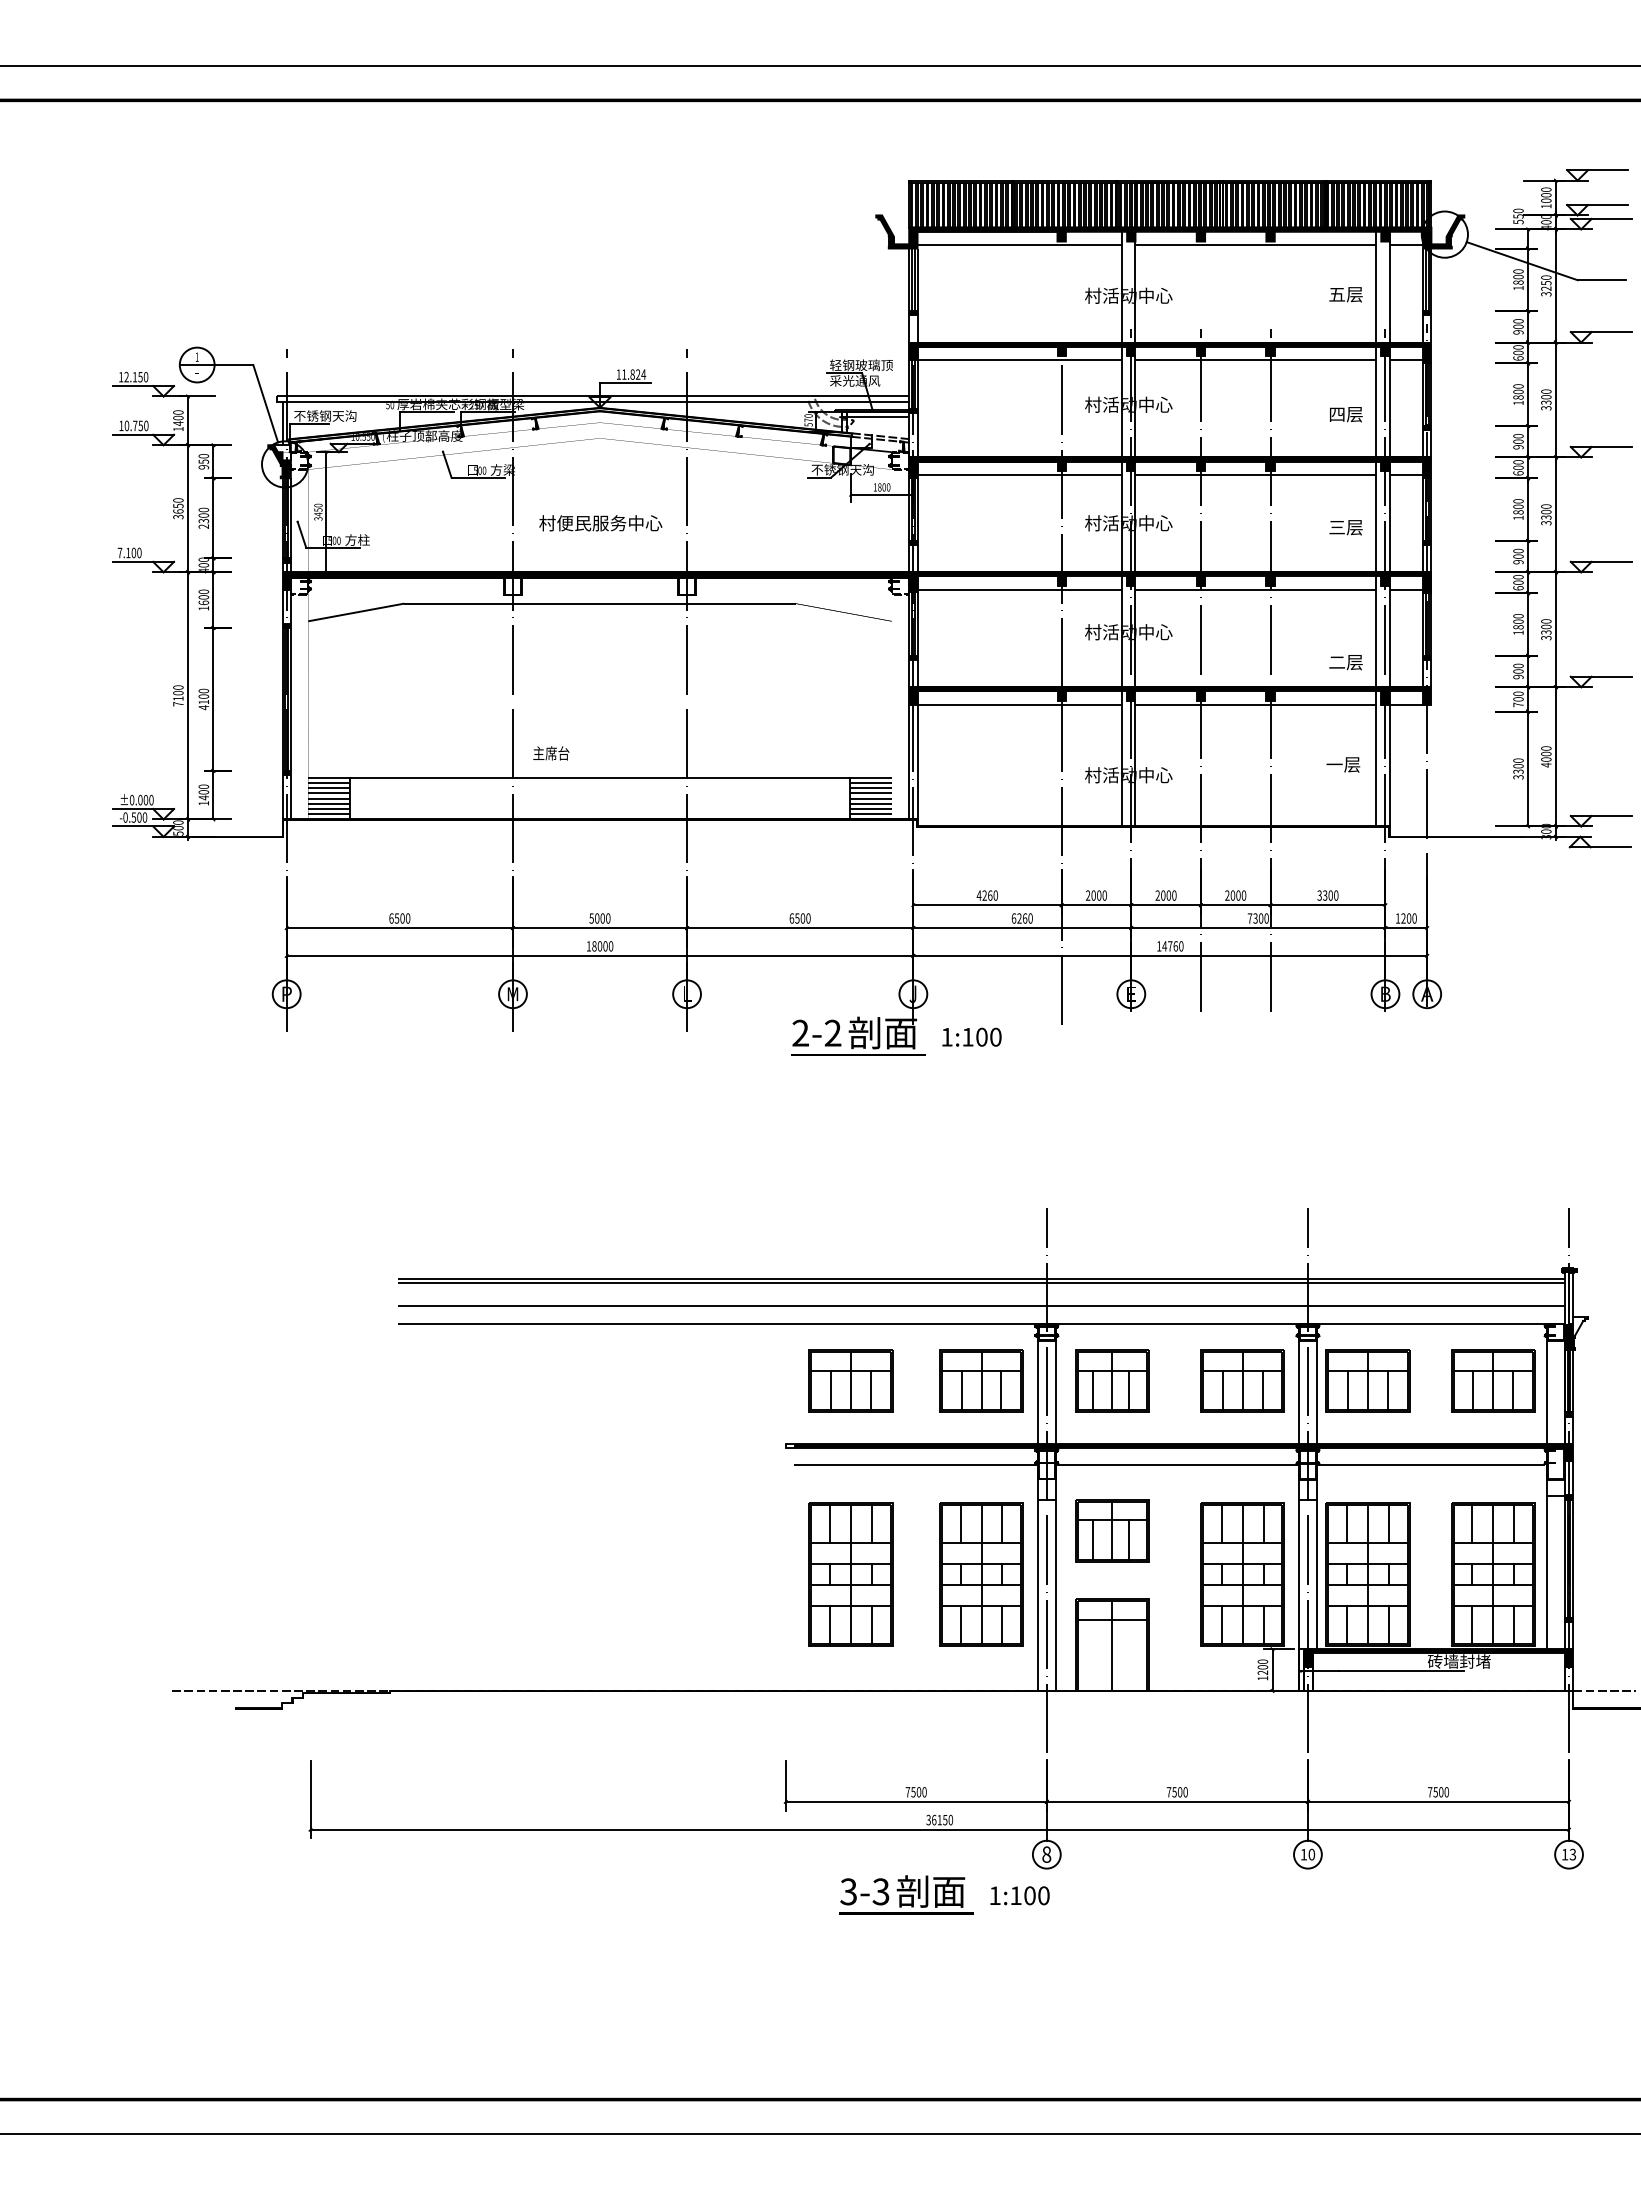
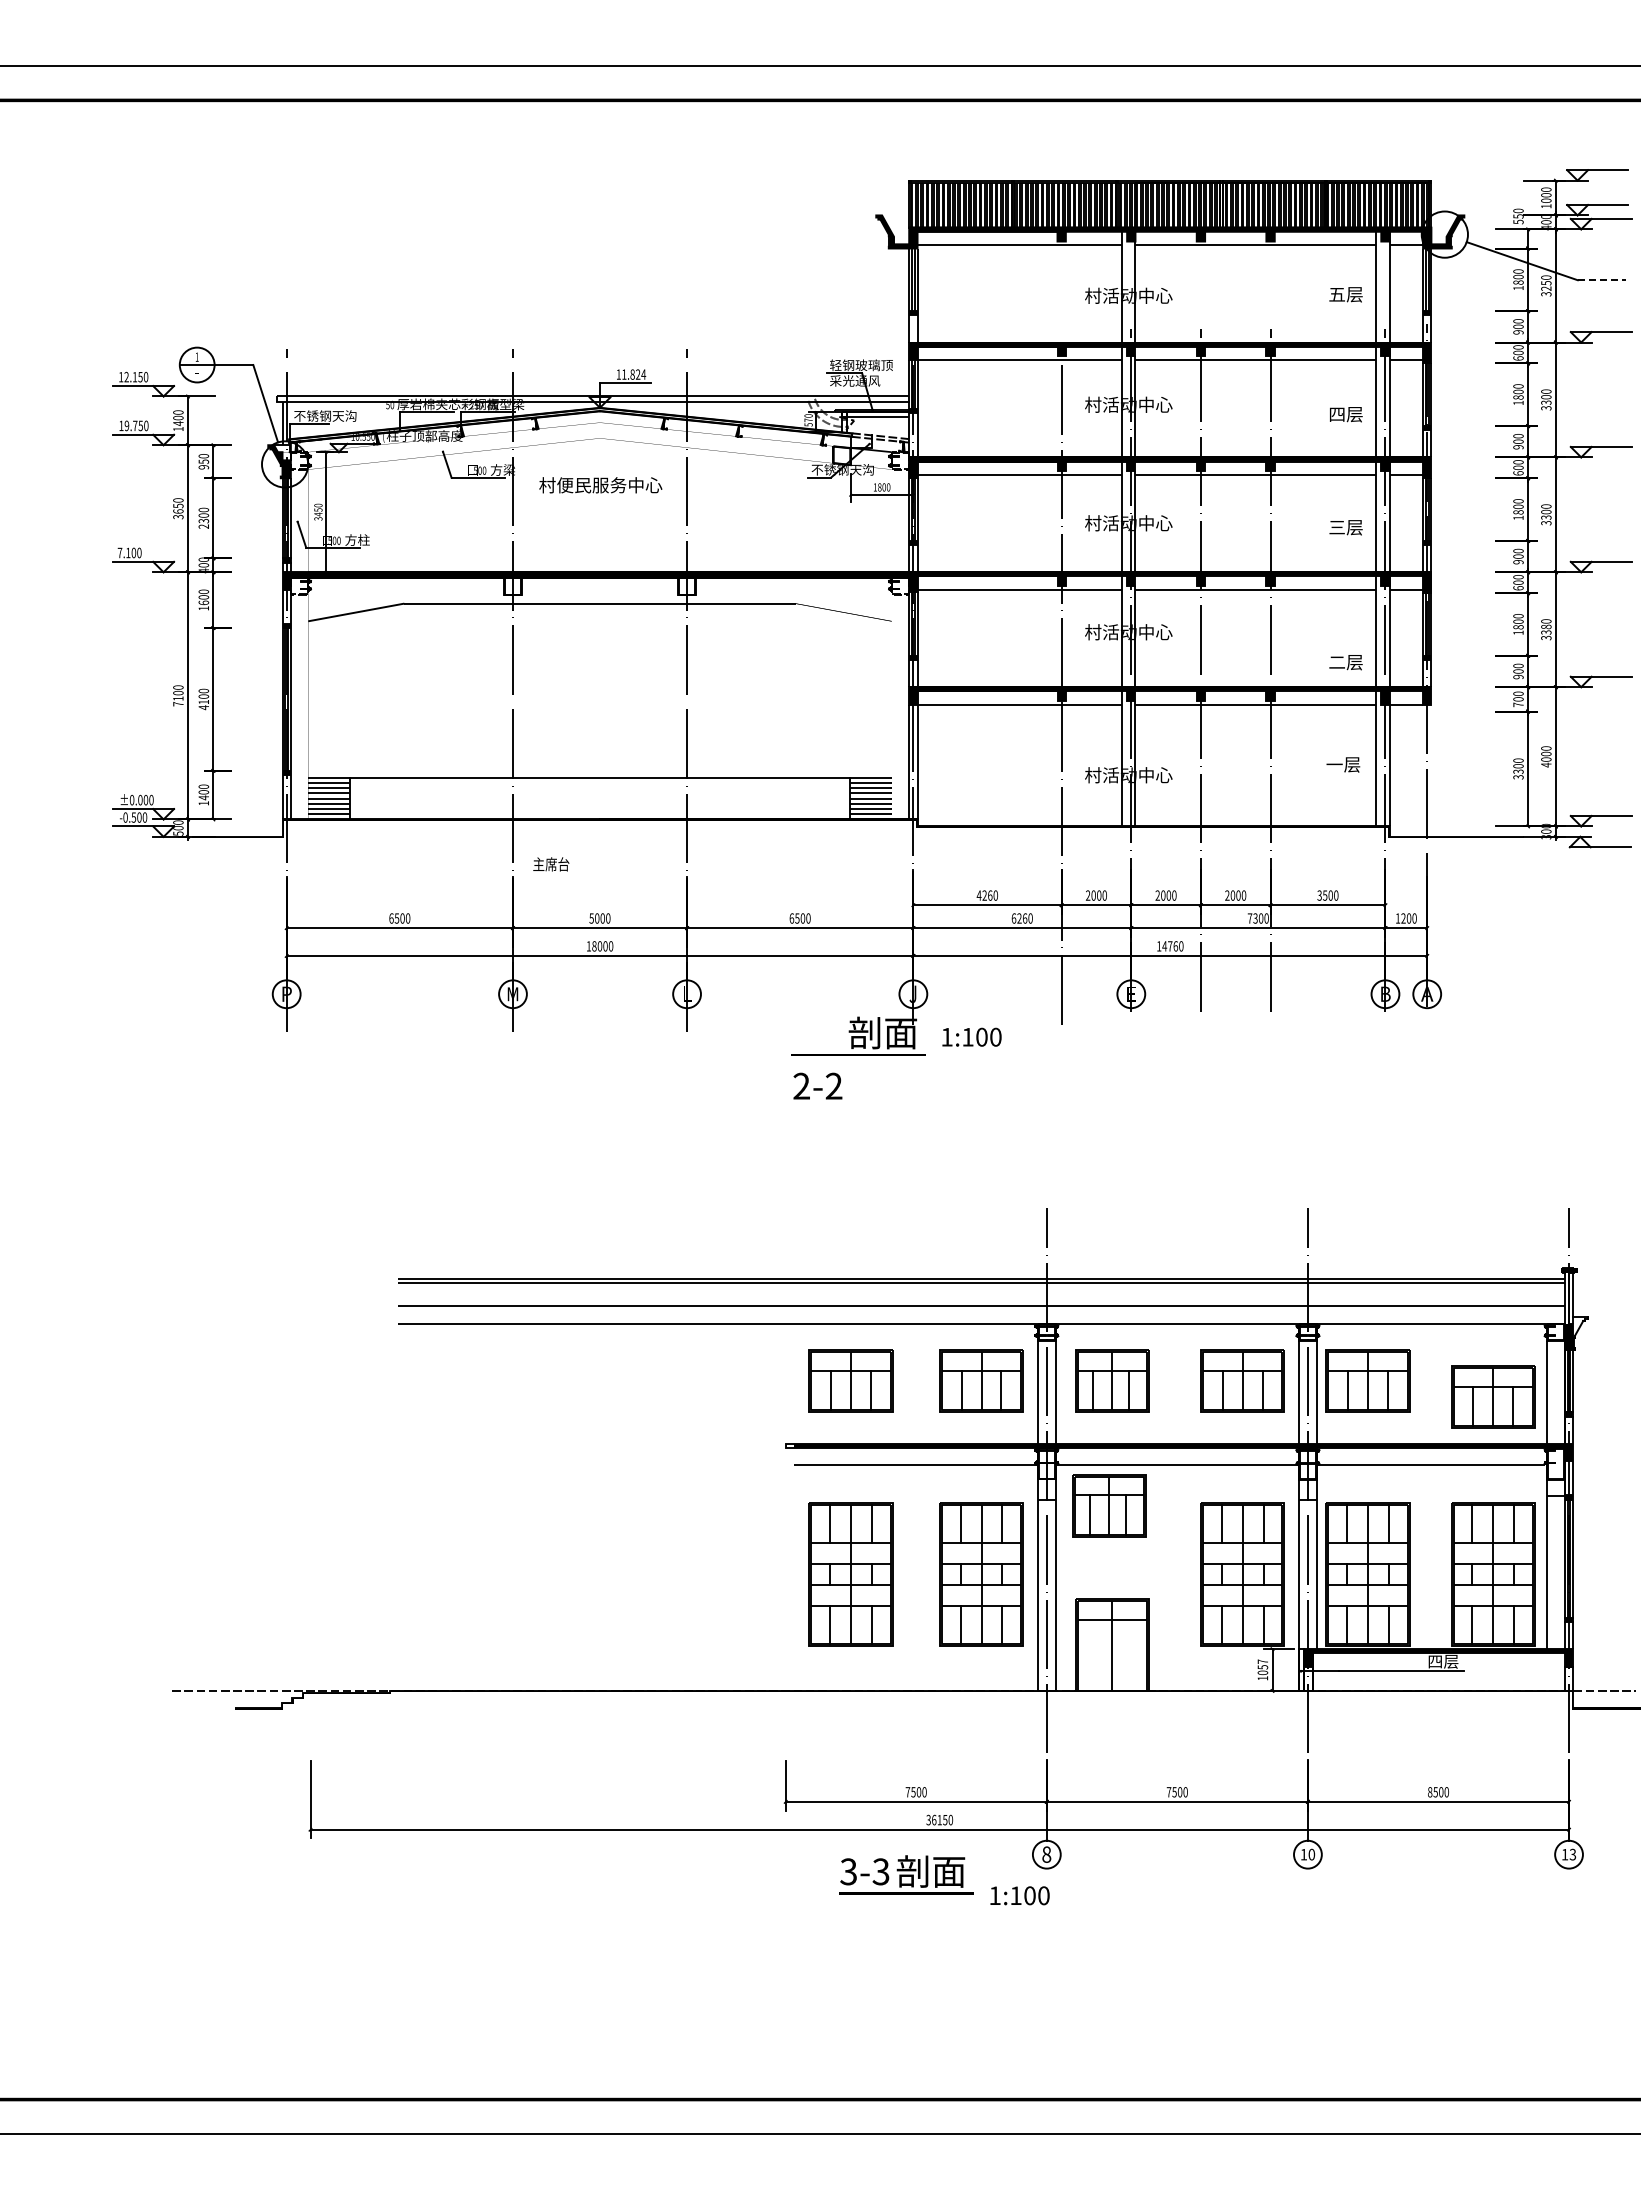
line at (1601, 280): solid -> dashed
text at (126, 426): 10.750 -> 19.750
text at (600, 523) position: (600, 523) -> (600, 485)
text at (1546, 626): 3300 -> 3380
text at (551, 753) position: (551, 753) -> (551, 864)
text at (1325, 893): 3300 -> 3500
text at (816, 1032) position: (816, 1032) -> (817, 1085)
part at (1493, 1380) position: (1493, 1380) -> (1493, 1396)
part at (1112, 1530) position: (1112, 1530) -> (1109, 1505)
text at (1458, 1661): 砖墙封堵 -> 四层
text at (1262, 1667): 1200 -> 1057
text at (1430, 1792): 7500 -> 8500
text at (906, 1894) position: (906, 1894) -> (906, 1874)
